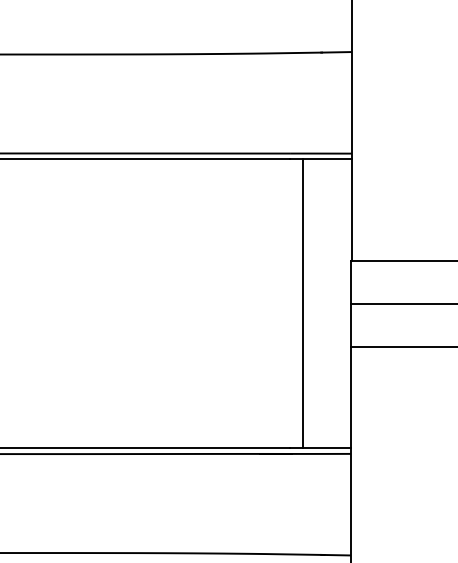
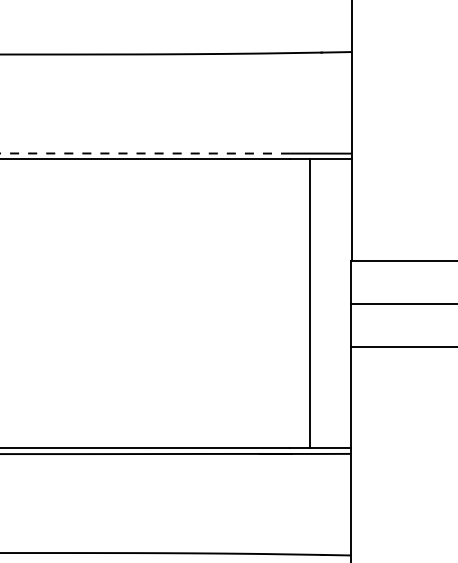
line at (144, 153): solid -> dashed
line at (302, 303) position: (302, 303) -> (309, 303)
